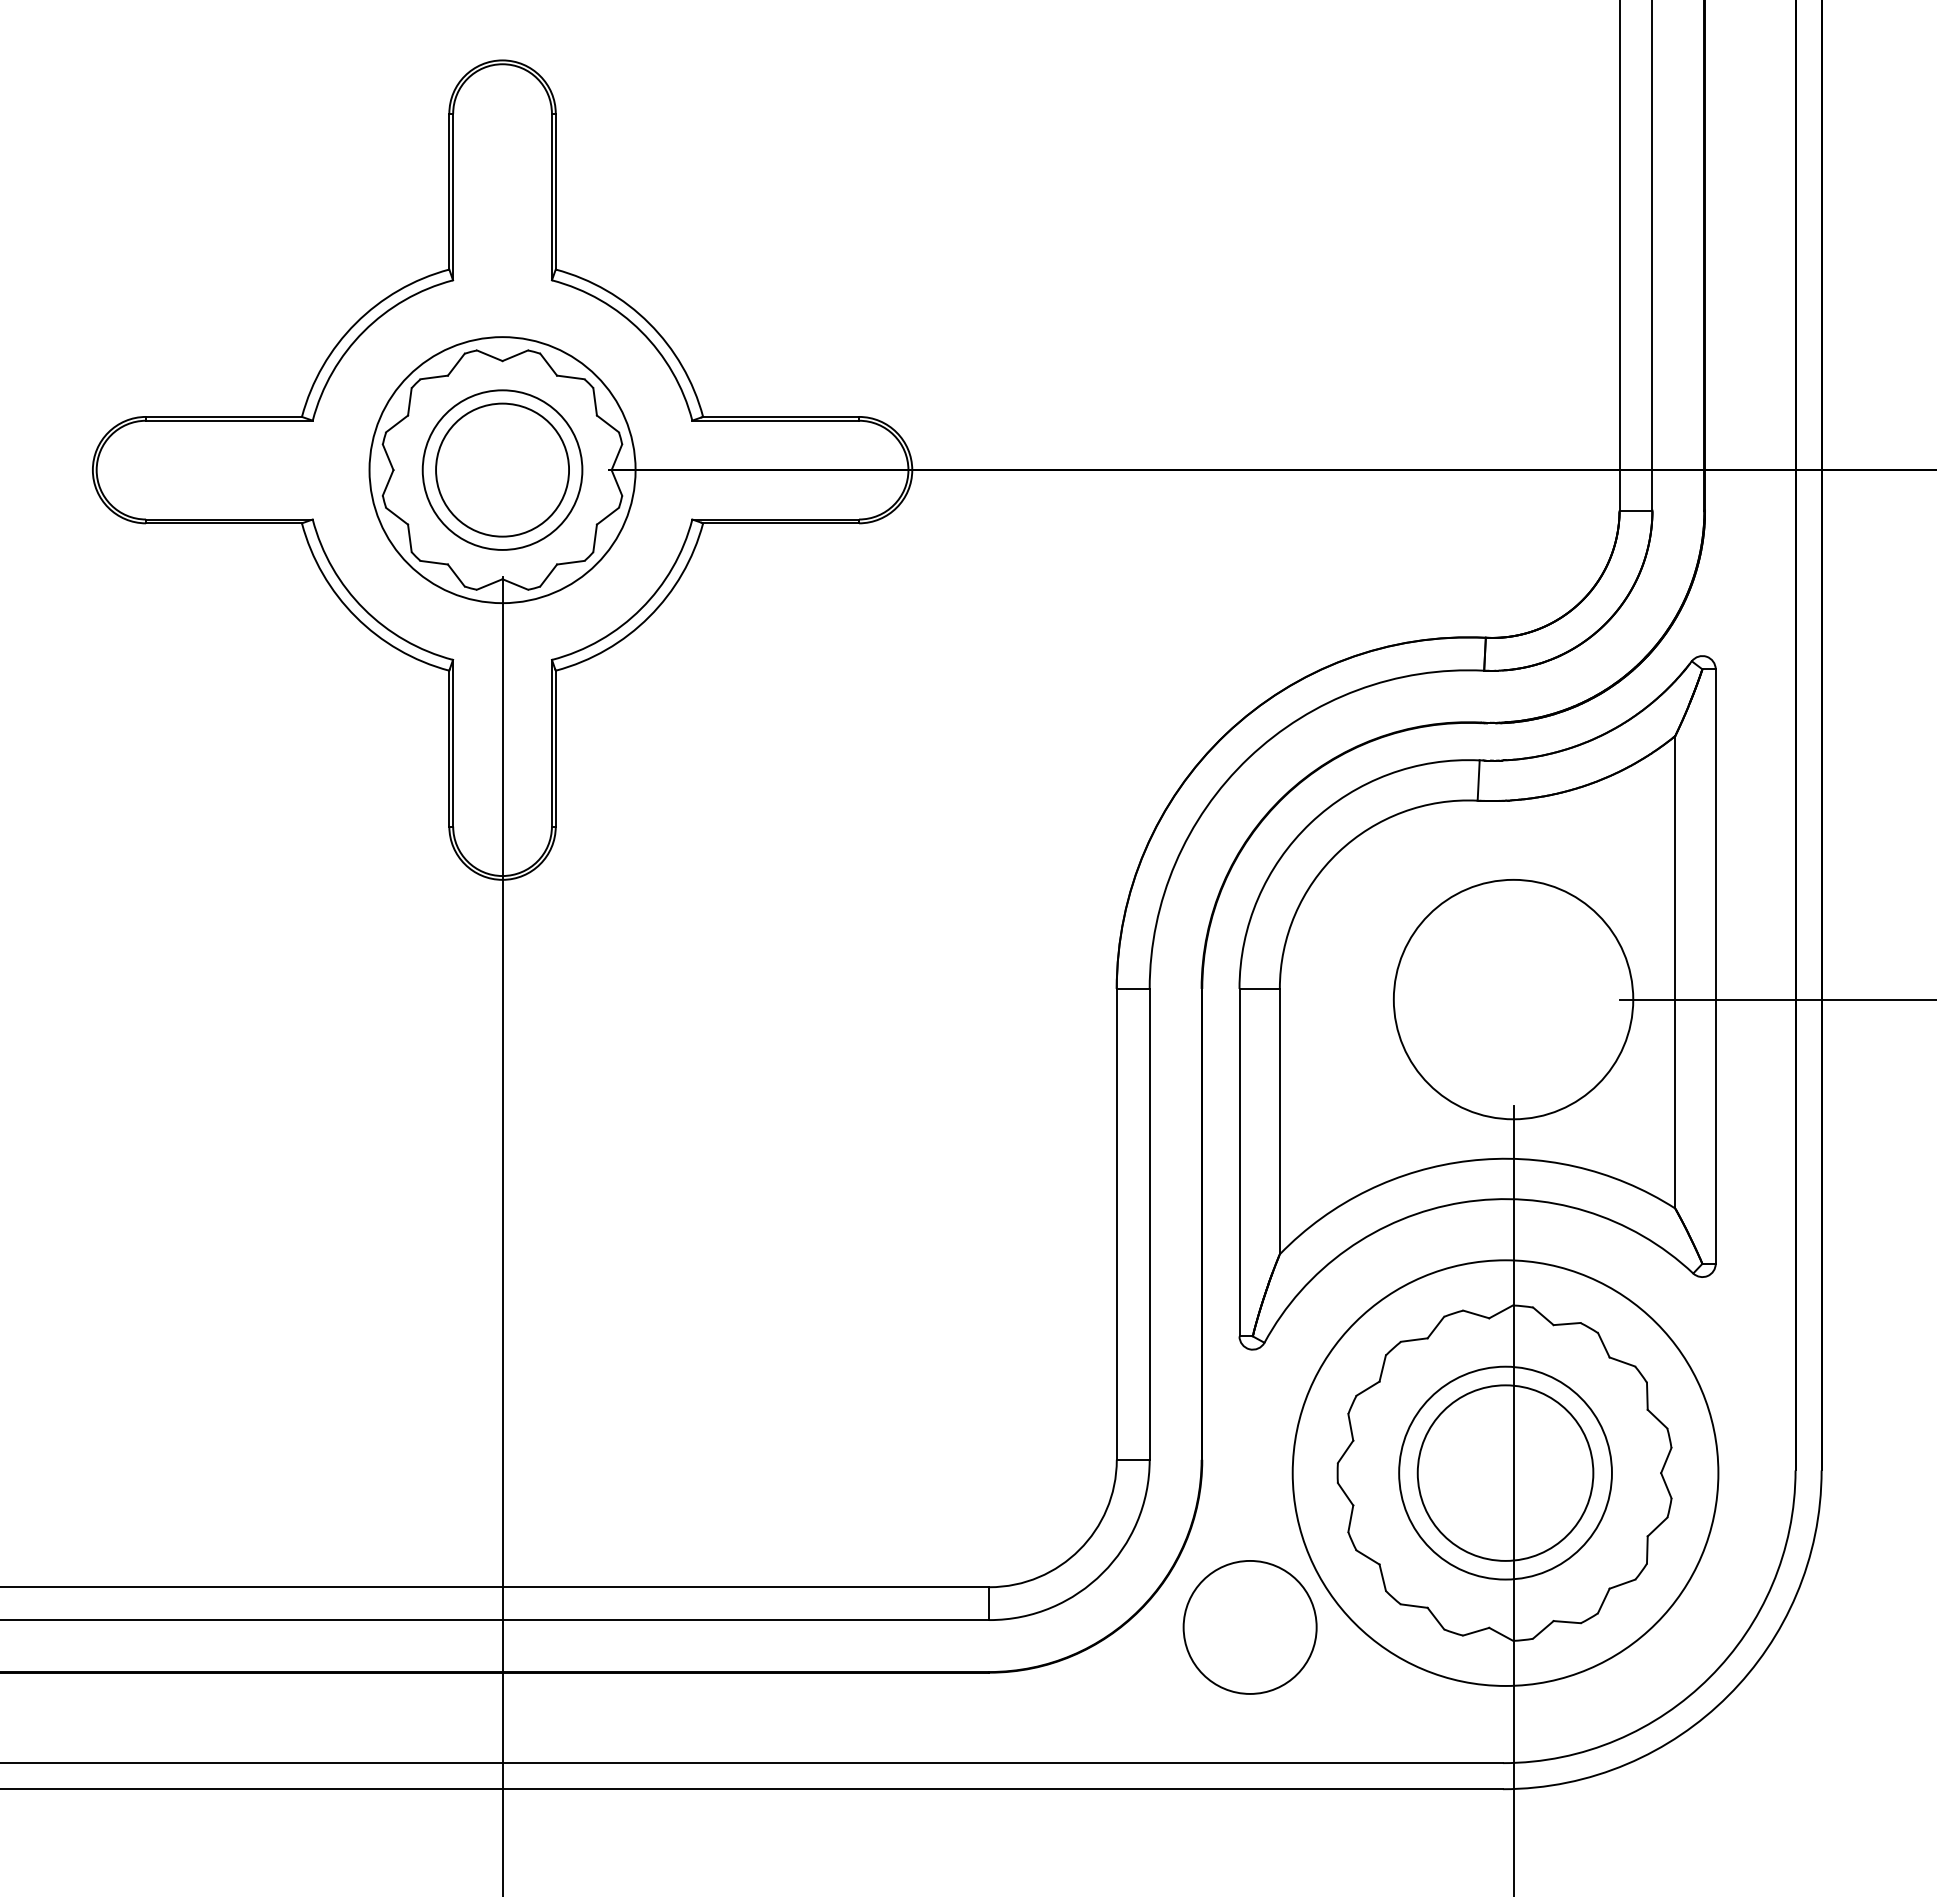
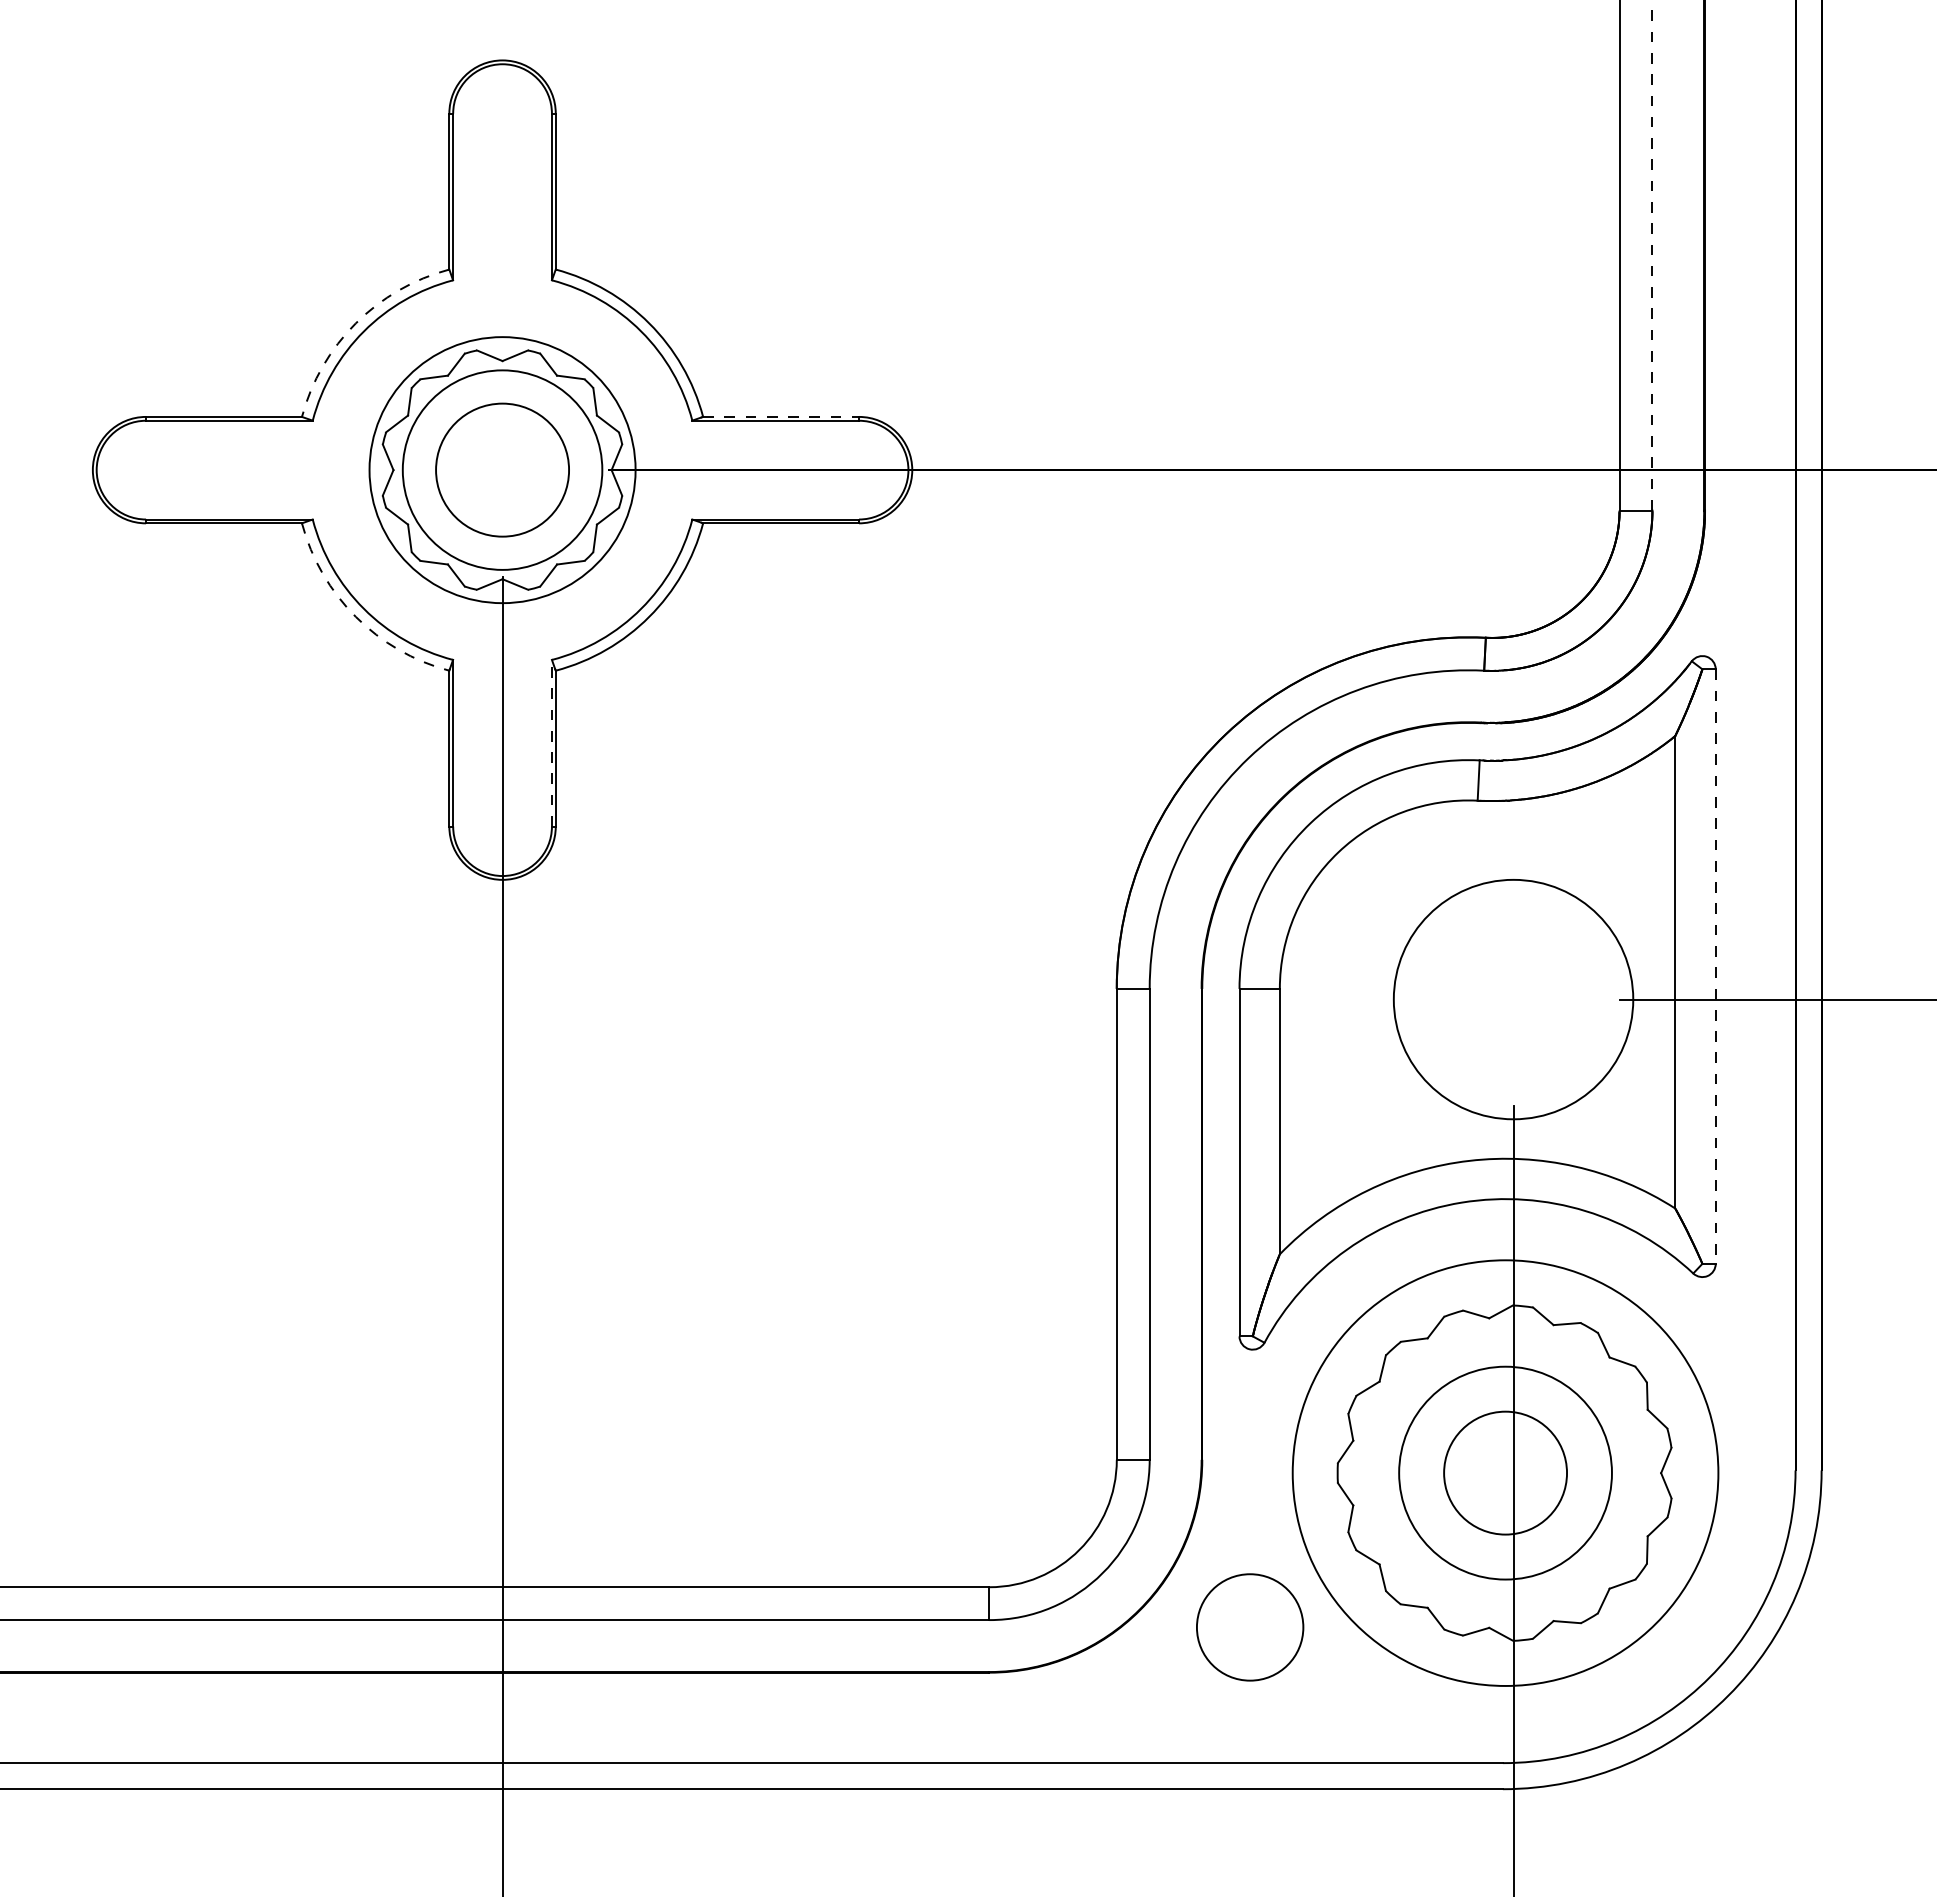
line at (1652, 255): solid -> dashed
arc at (355, 323): solid -> dashed
line at (781, 416): solid -> dashed
circle at (502, 469) diameter: 160 px -> 200 px
arc at (355, 616): solid -> dashed
line at (551, 742): solid -> dashed
line at (1715, 967): solid -> dashed
circle at (1505, 1472) diameter: 176 px -> 123 px
circle at (1249, 1626) diameter: 133 px -> 106 px
